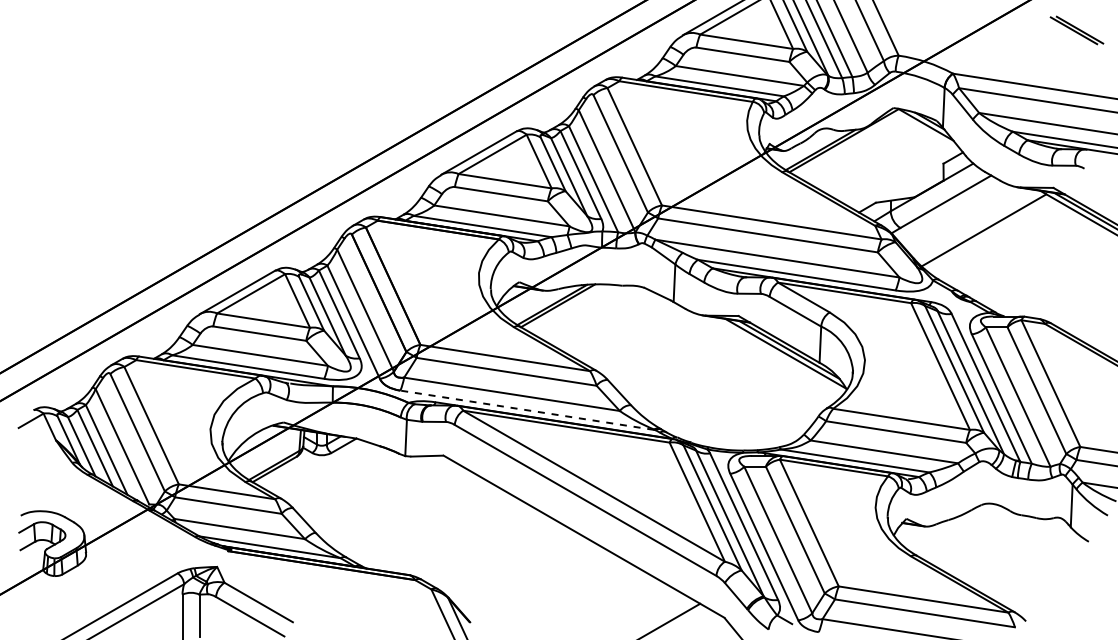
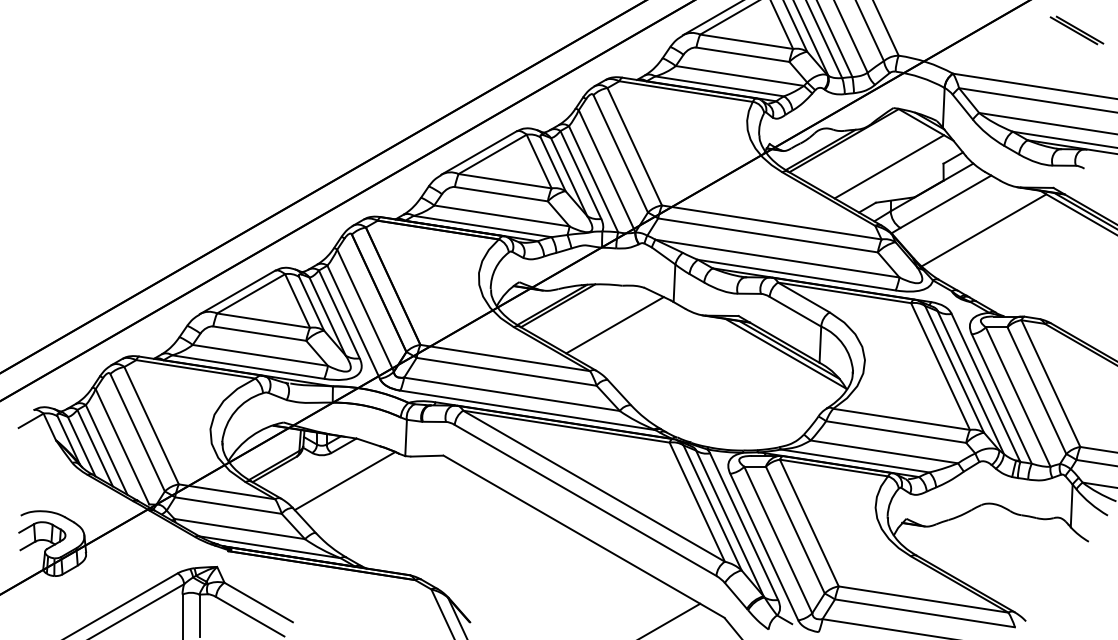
line at (889, 166): none -> present
line at (614, 325): none -> present
line at (526, 410): dashed -> solid
line at (344, 481): none -> present
